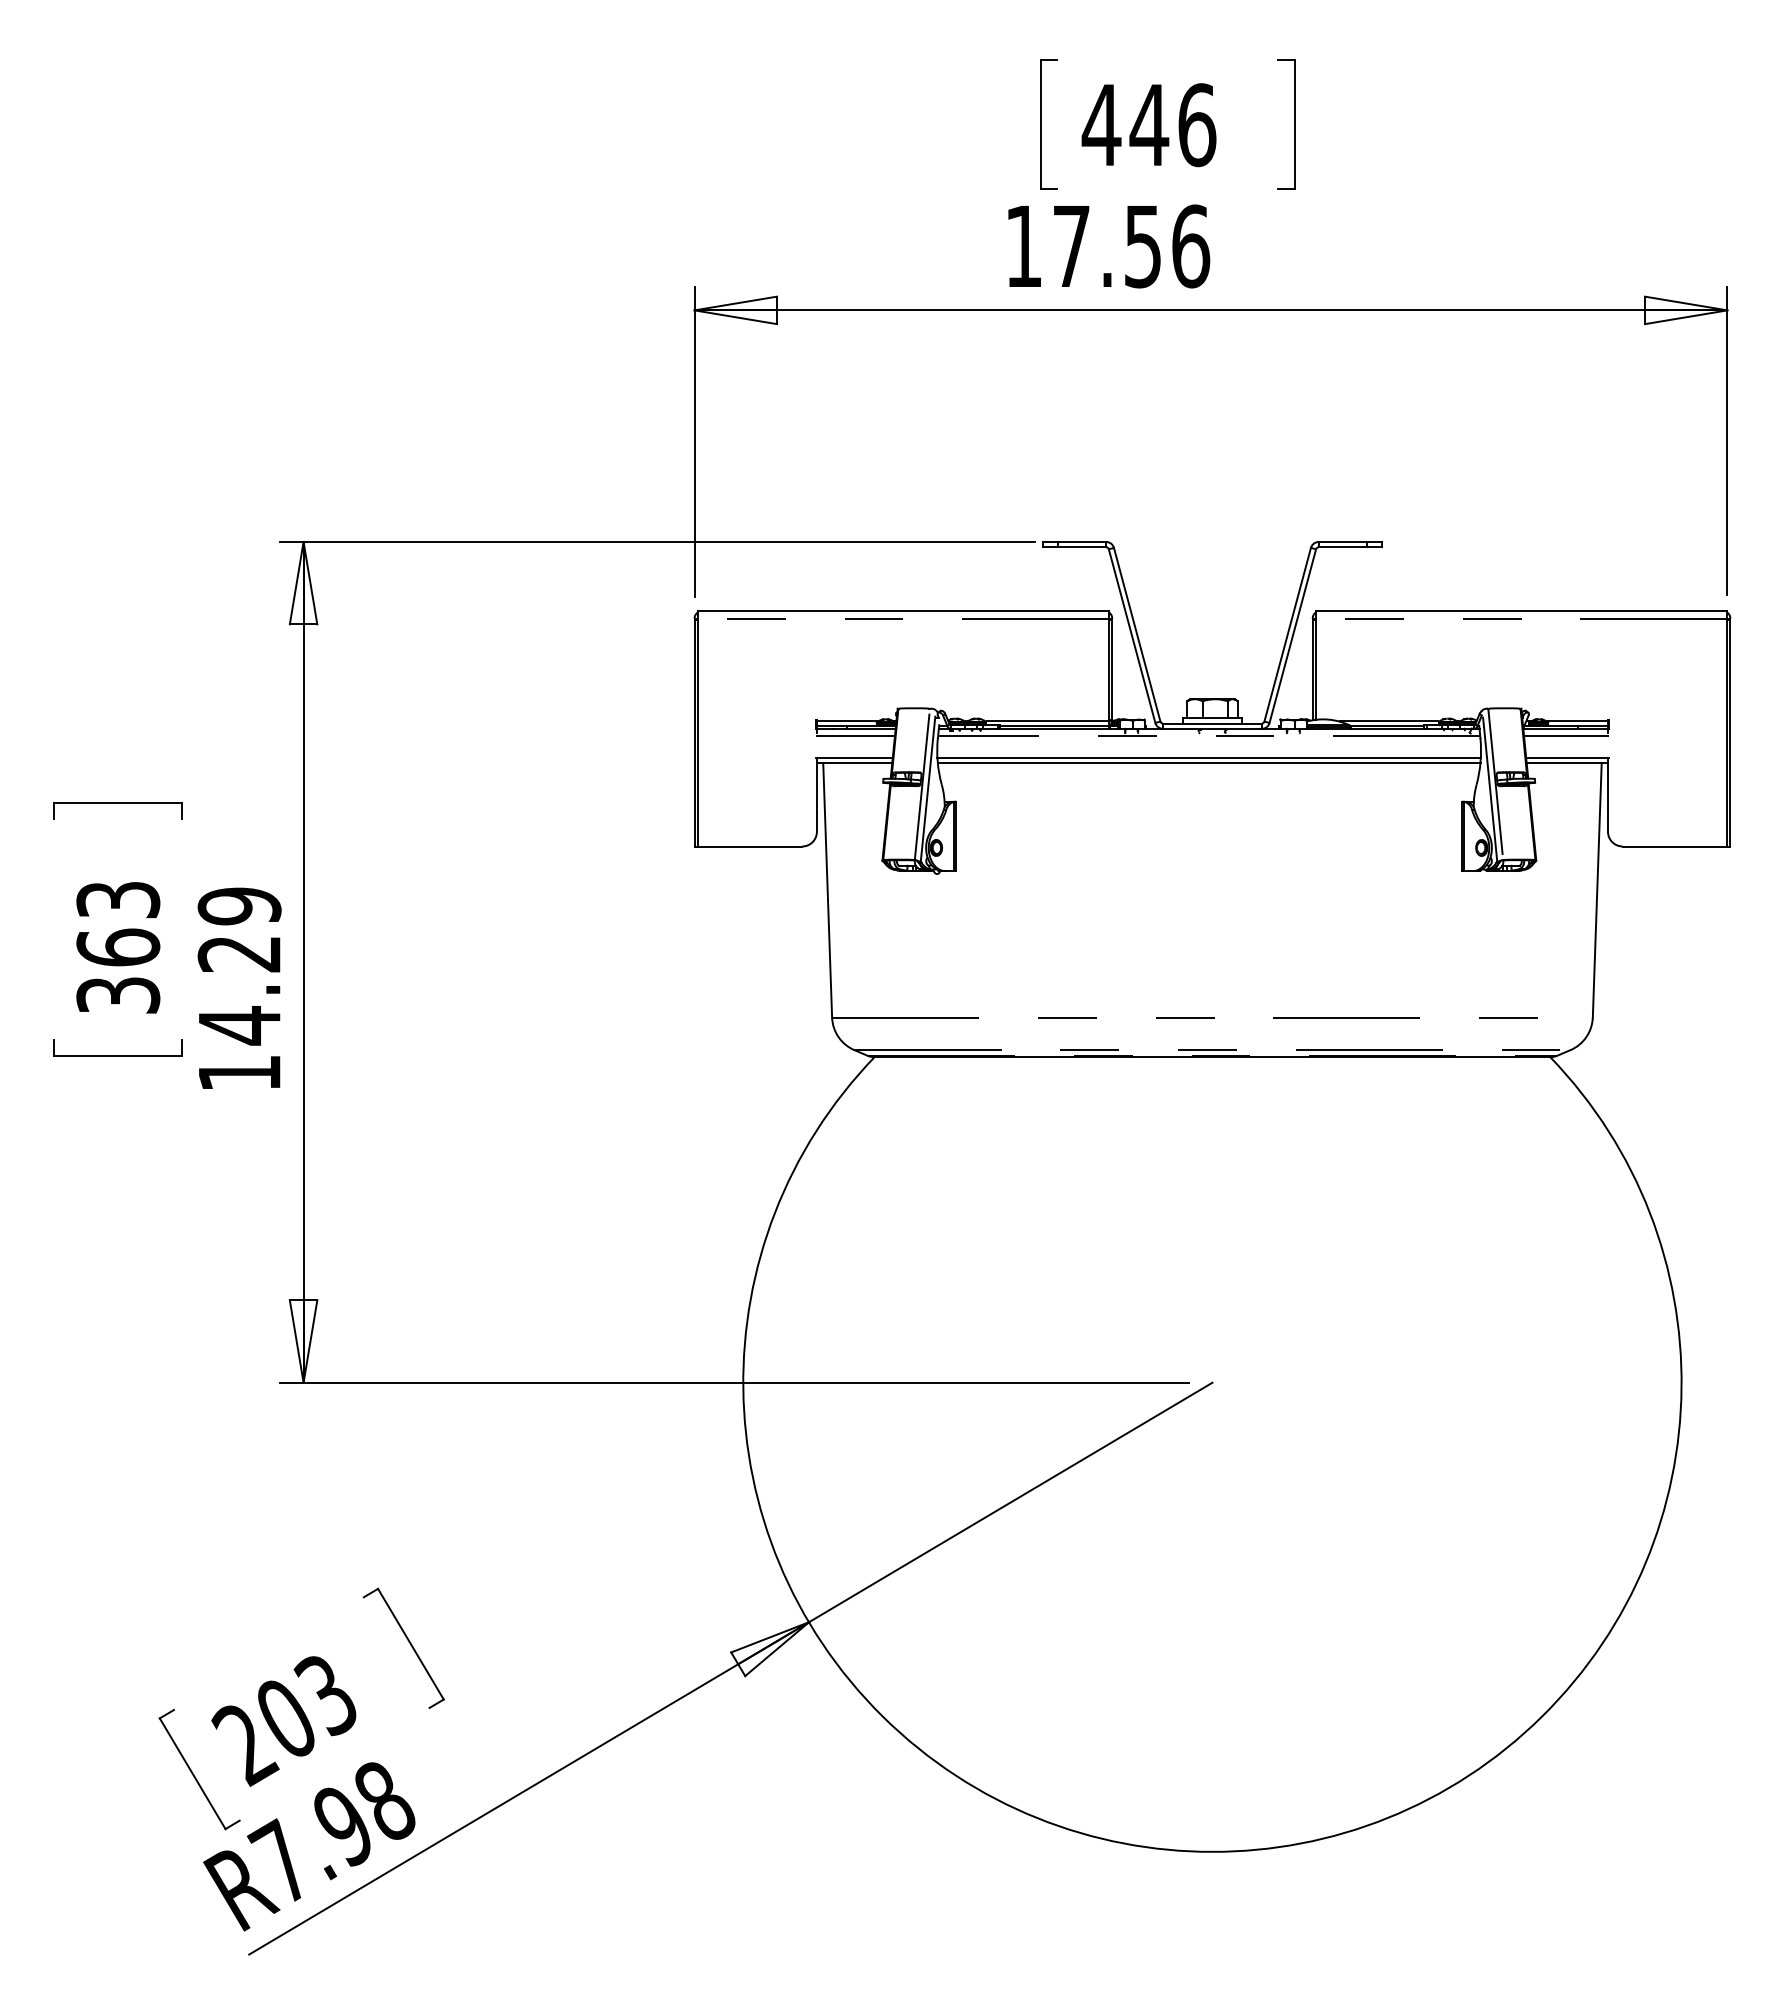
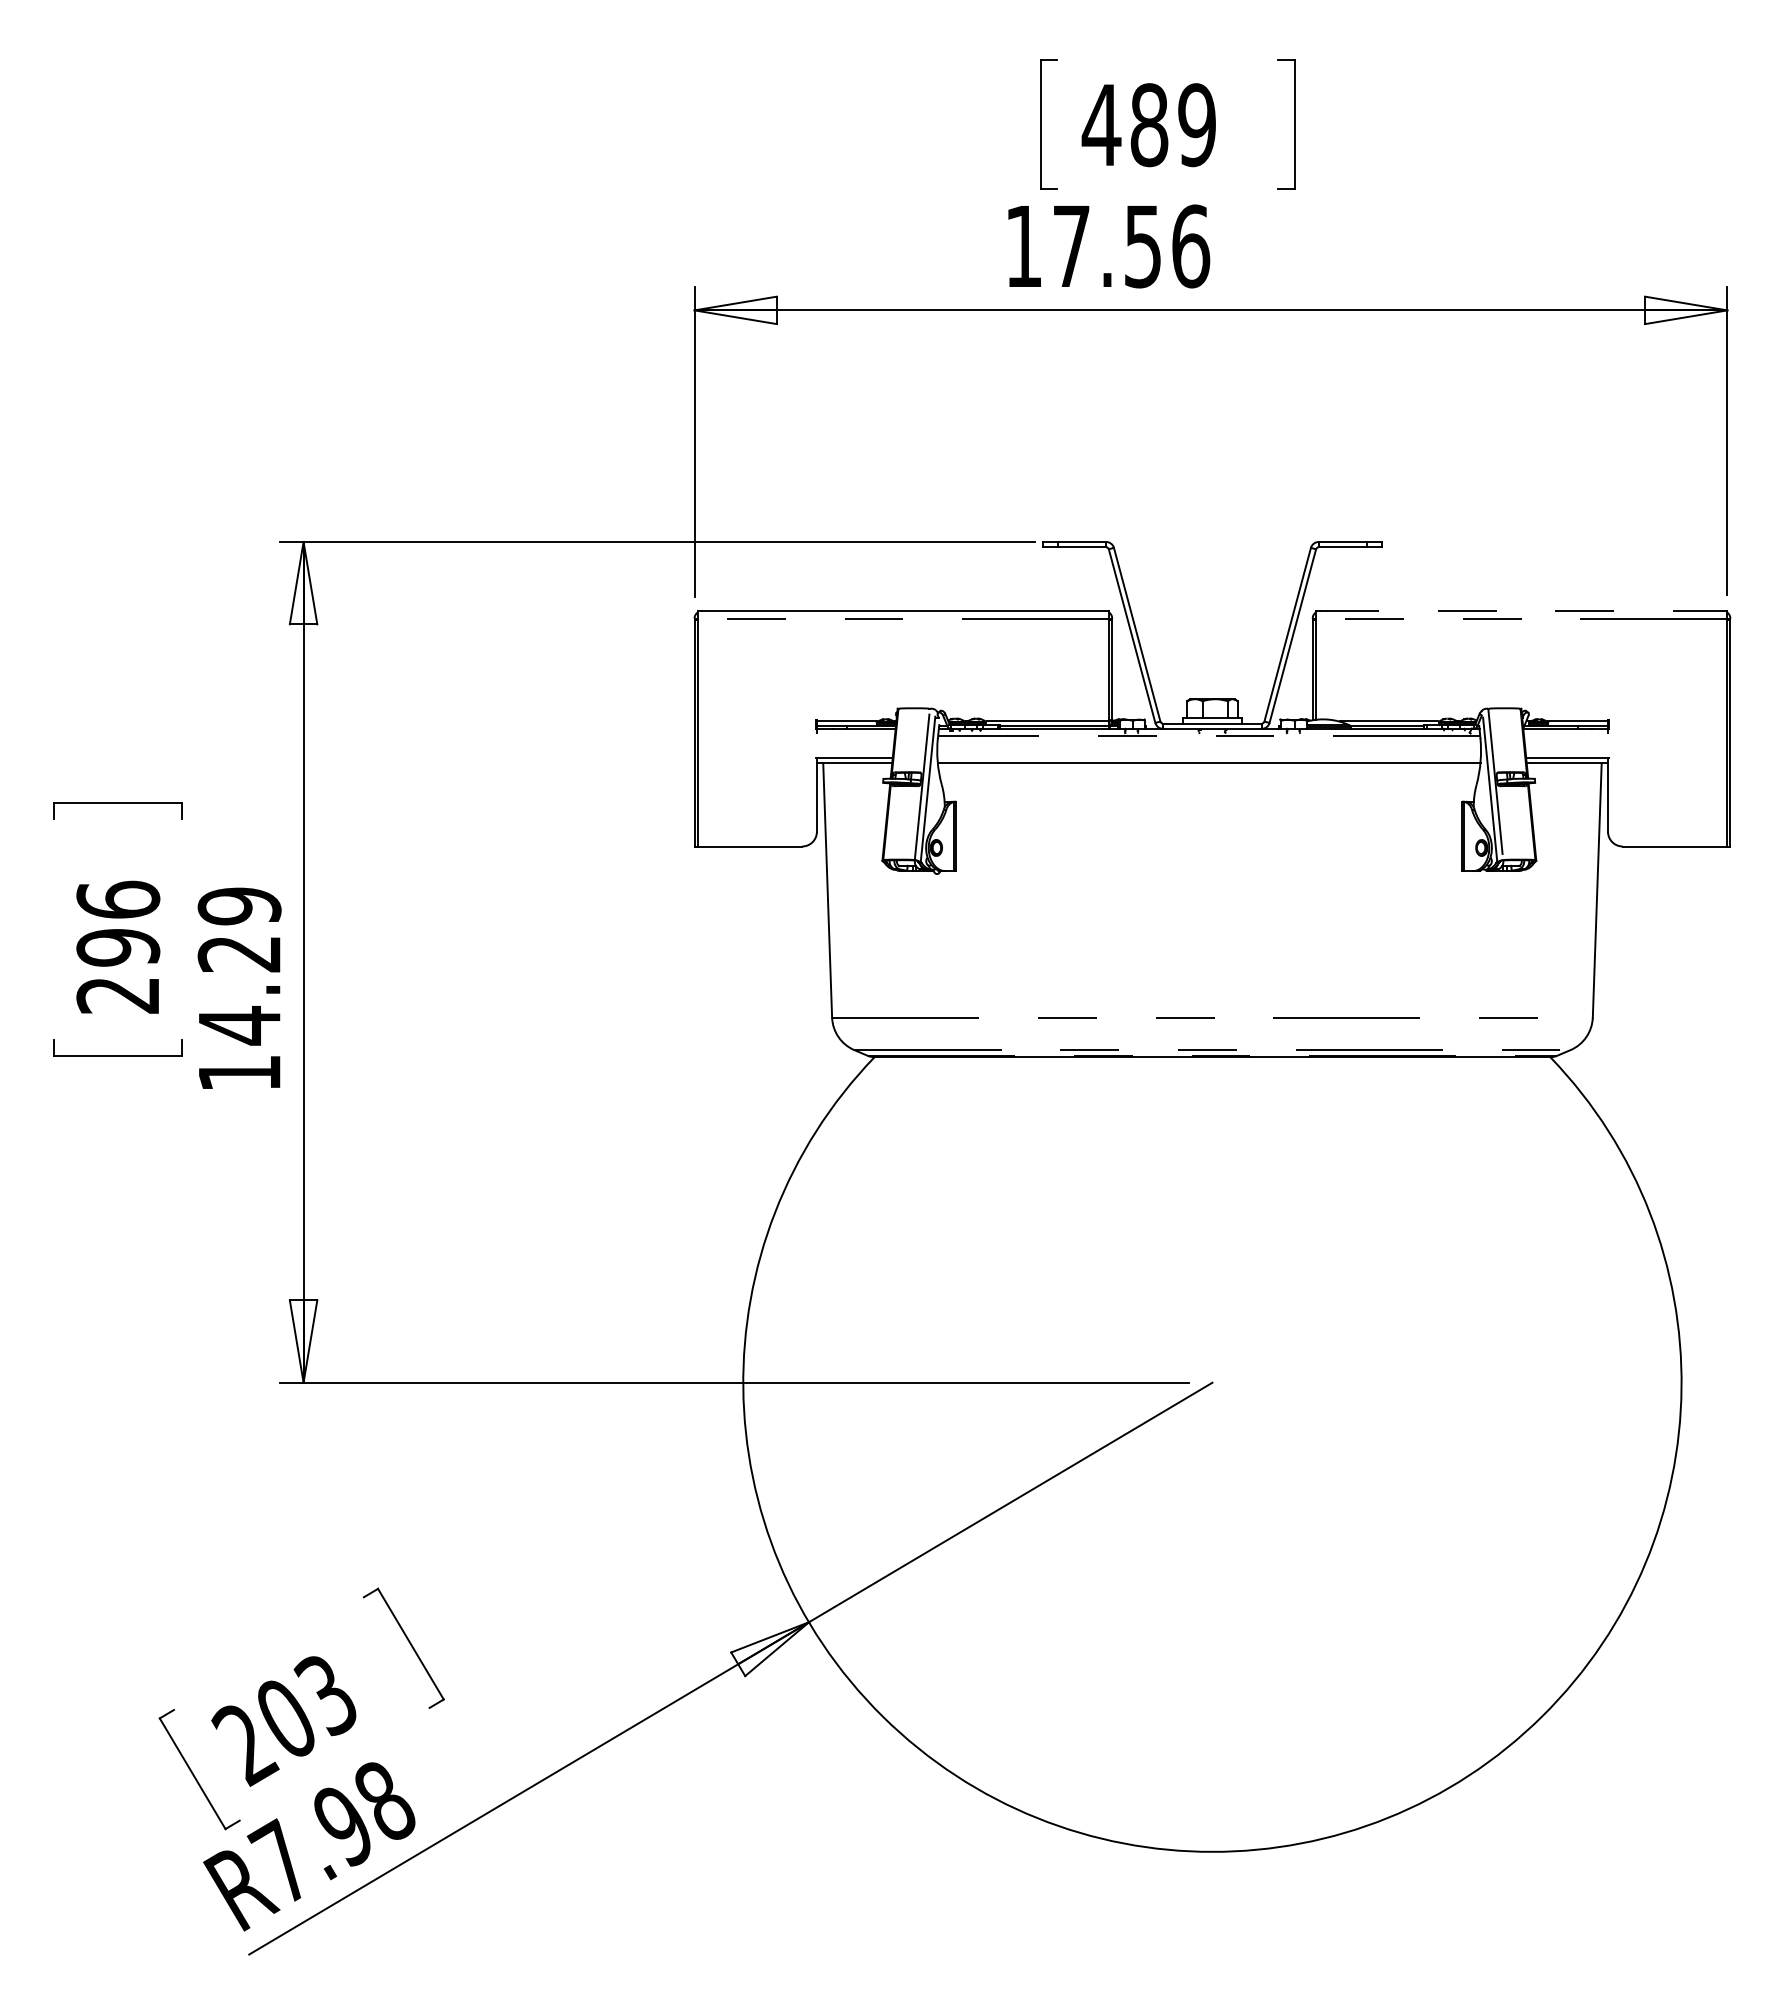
text at (1172, 125): 446 -> 489
line at (1522, 611): solid -> dashed
line at (854, 736): present -> none
line at (1566, 736): present -> none
line at (1208, 758): present -> none
text at (118, 946): 363 -> 296
